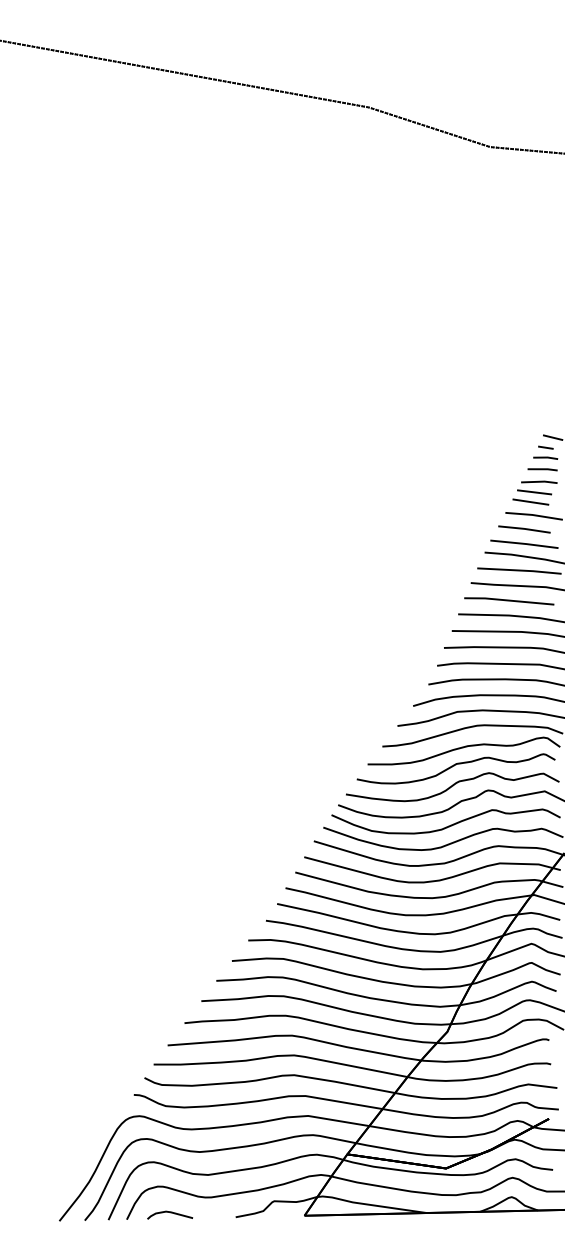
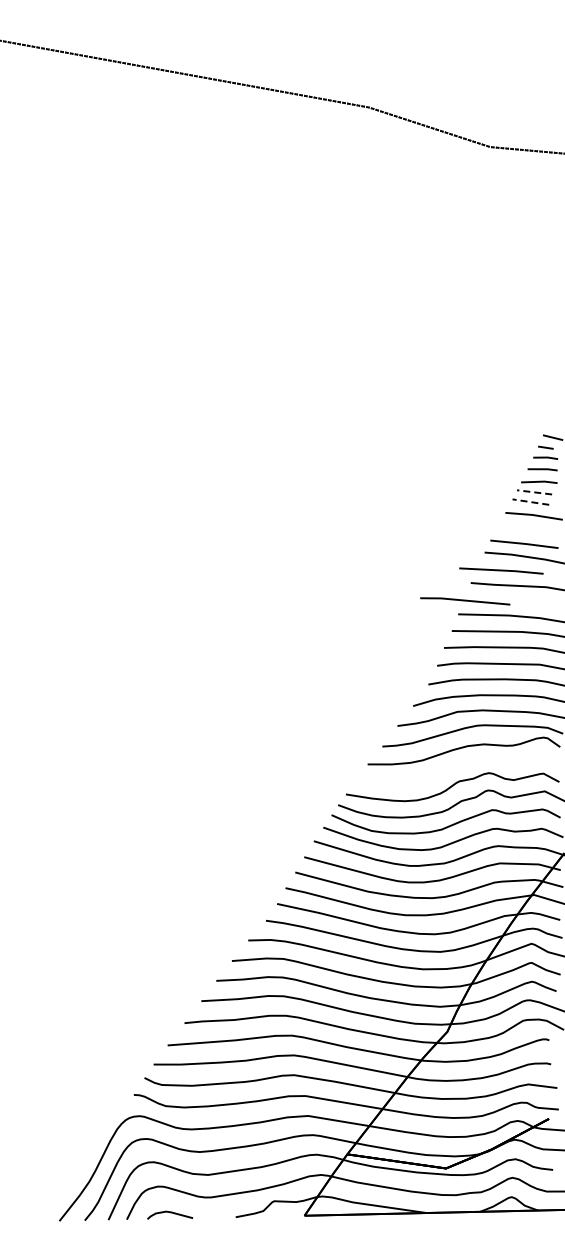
line at (533, 492): solid -> dashed
line at (529, 501): solid -> dashed
line at (524, 529): present -> none
line at (519, 570) position: (519, 570) -> (501, 570)
line at (509, 601) position: (509, 601) -> (465, 601)
curve at (454, 766): present -> none
